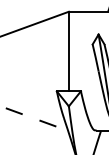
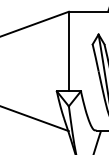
line at (35, 118): dashed -> solid
